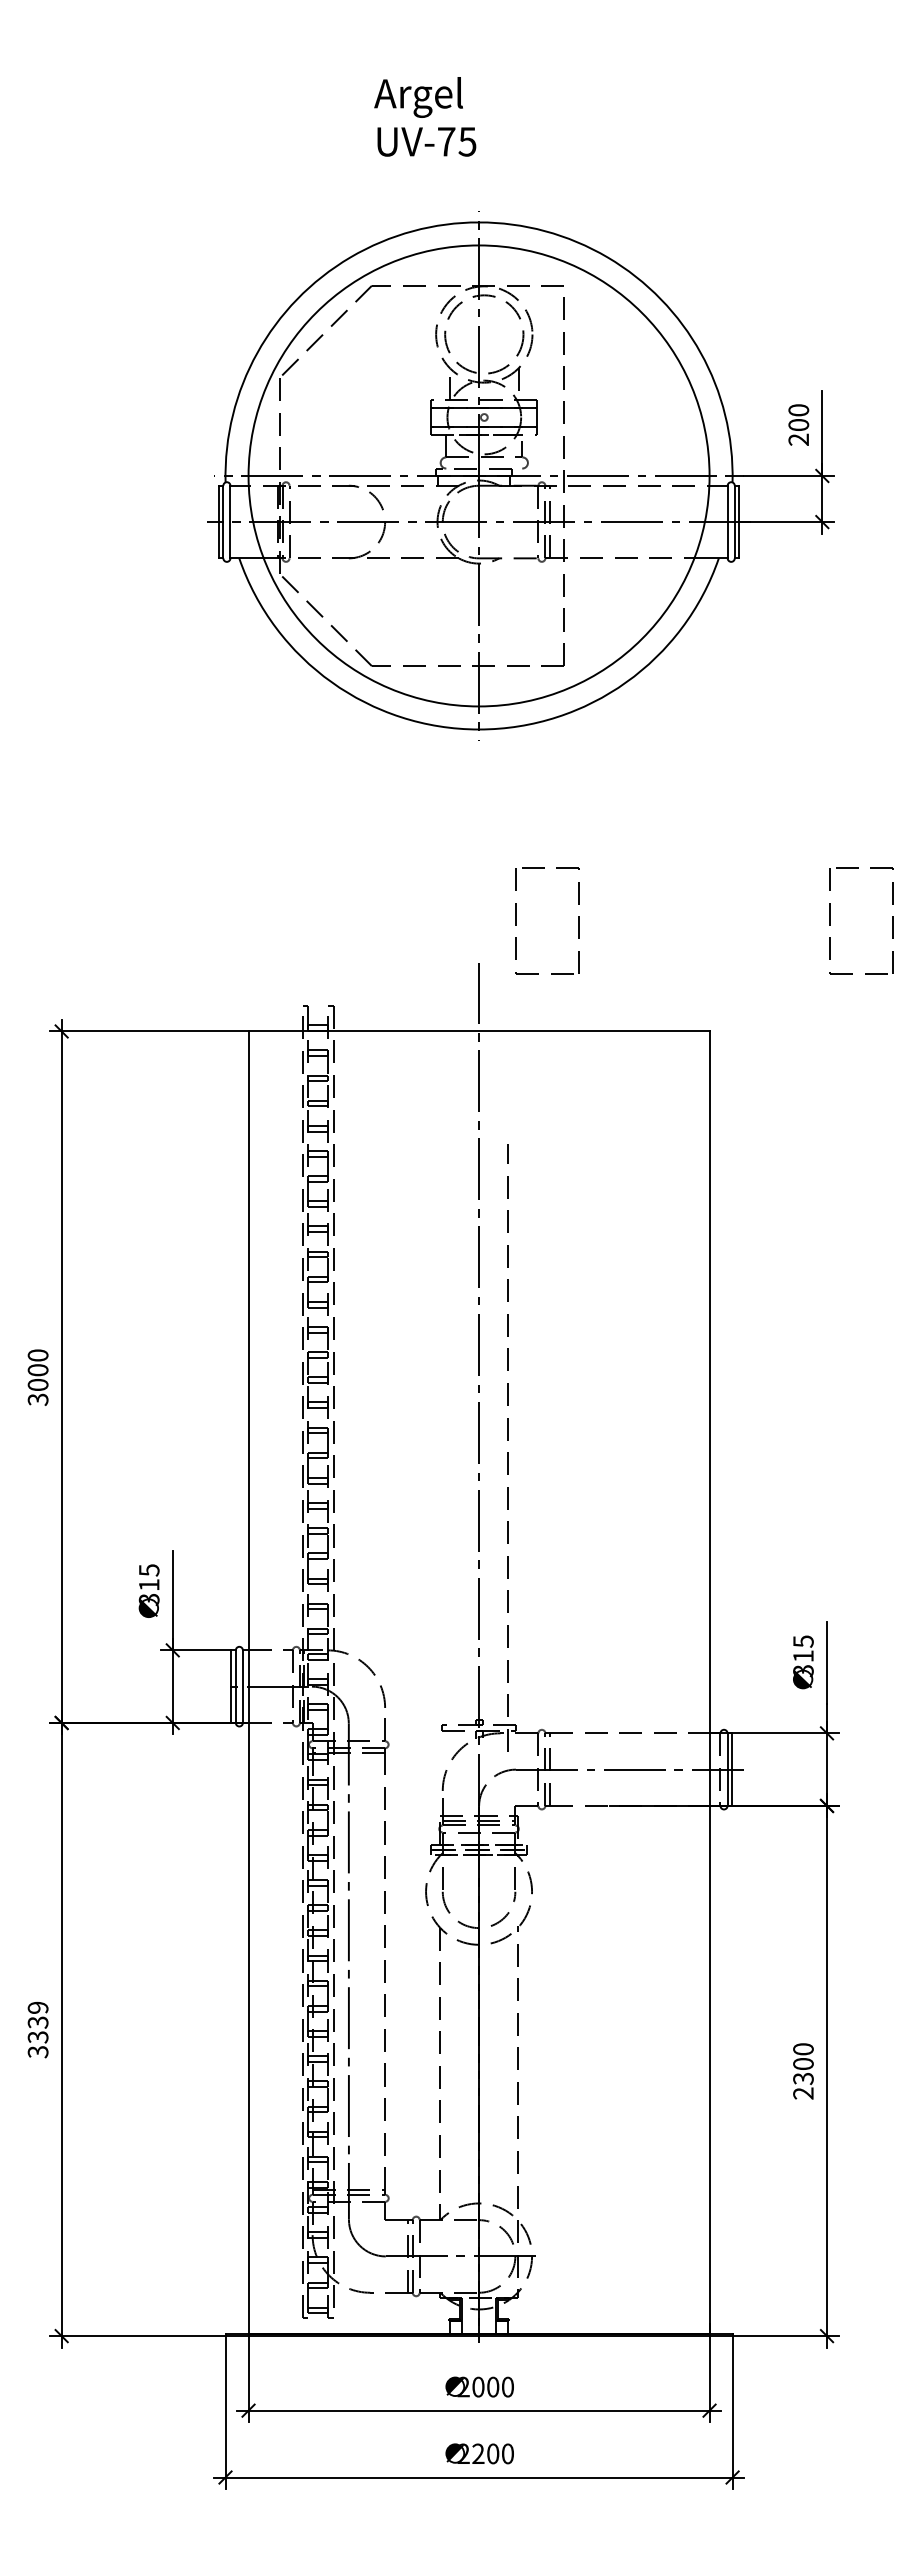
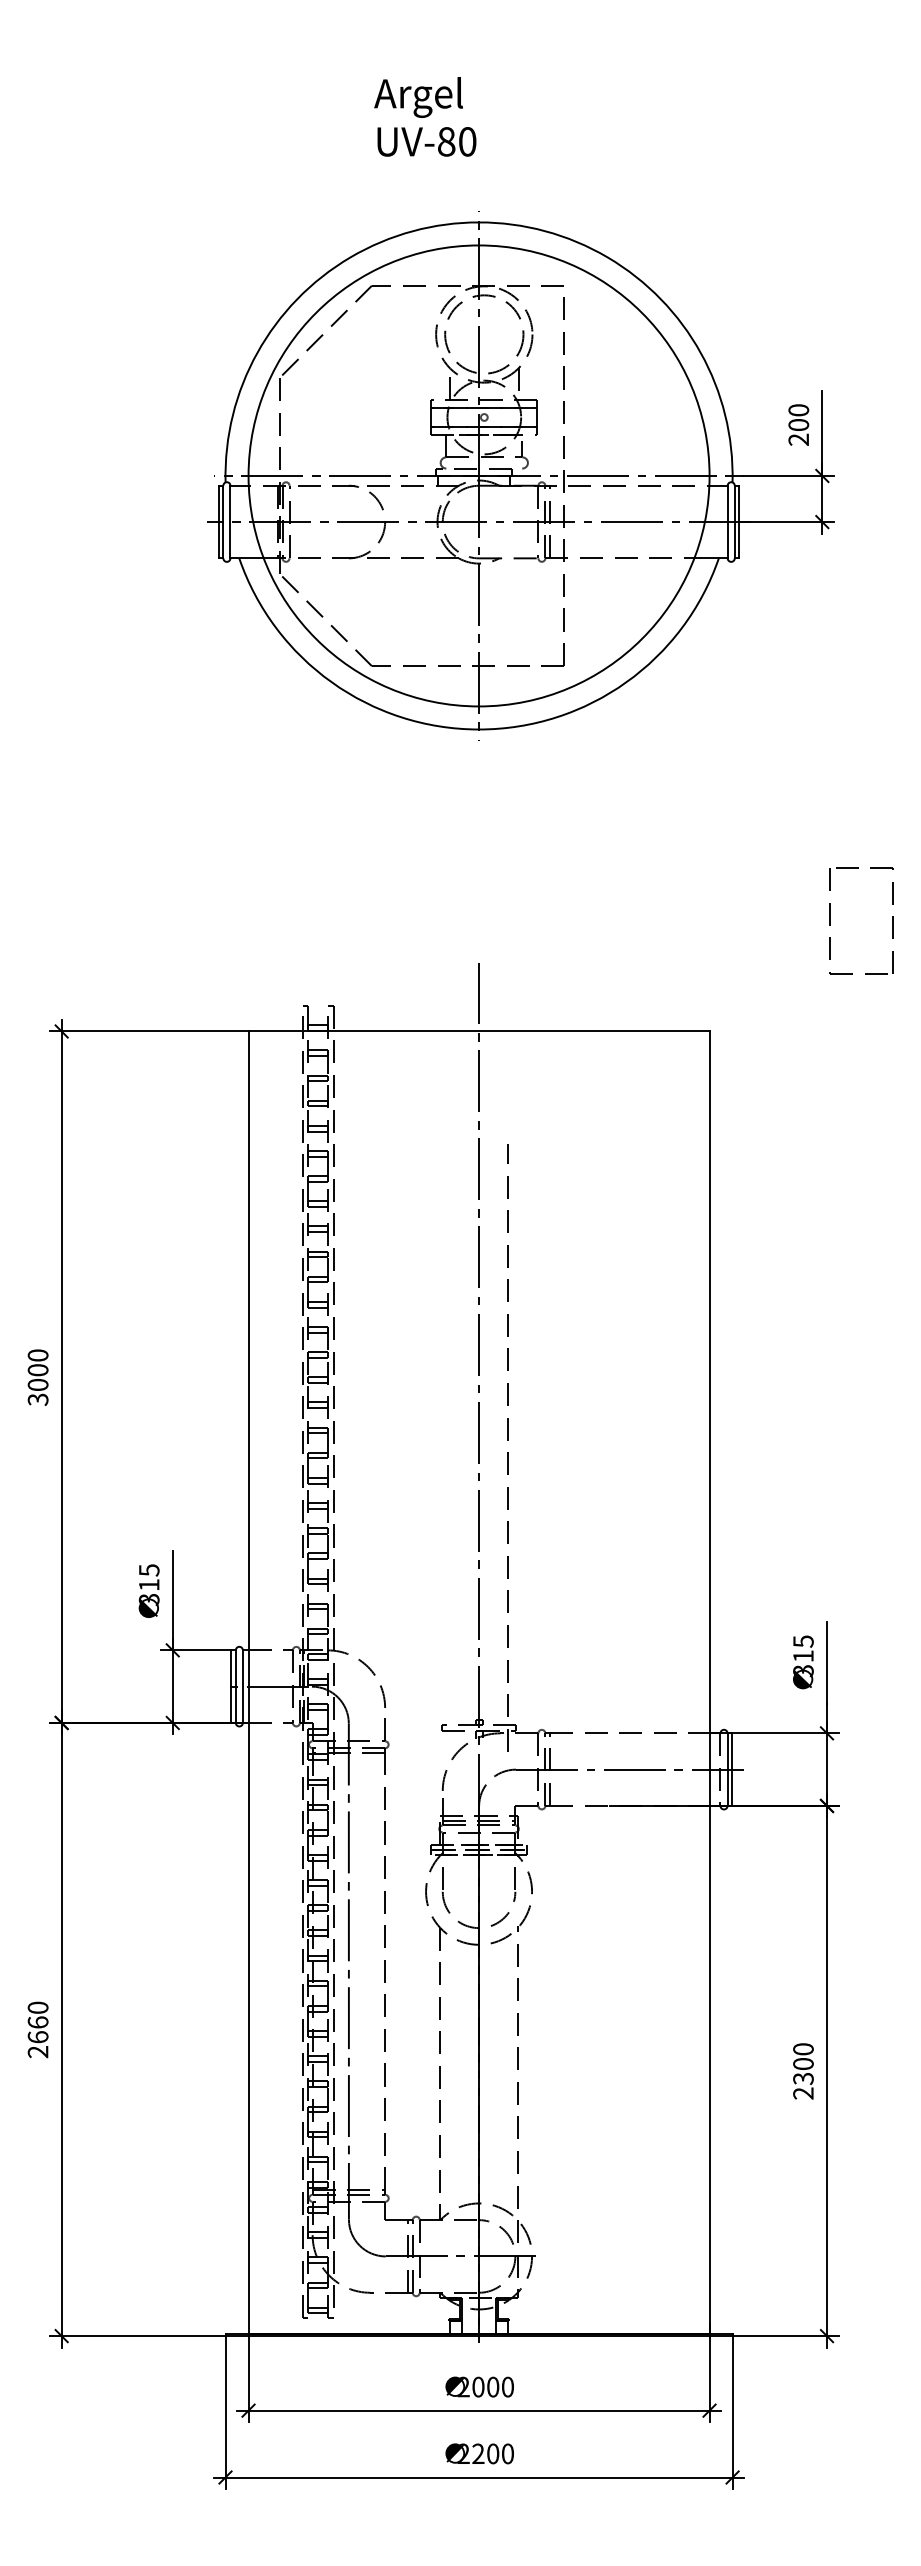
text at (457, 141): UV-75 -> UV-80
part at (516, 920): present -> none
text at (37, 2029): 3339 -> 2660
